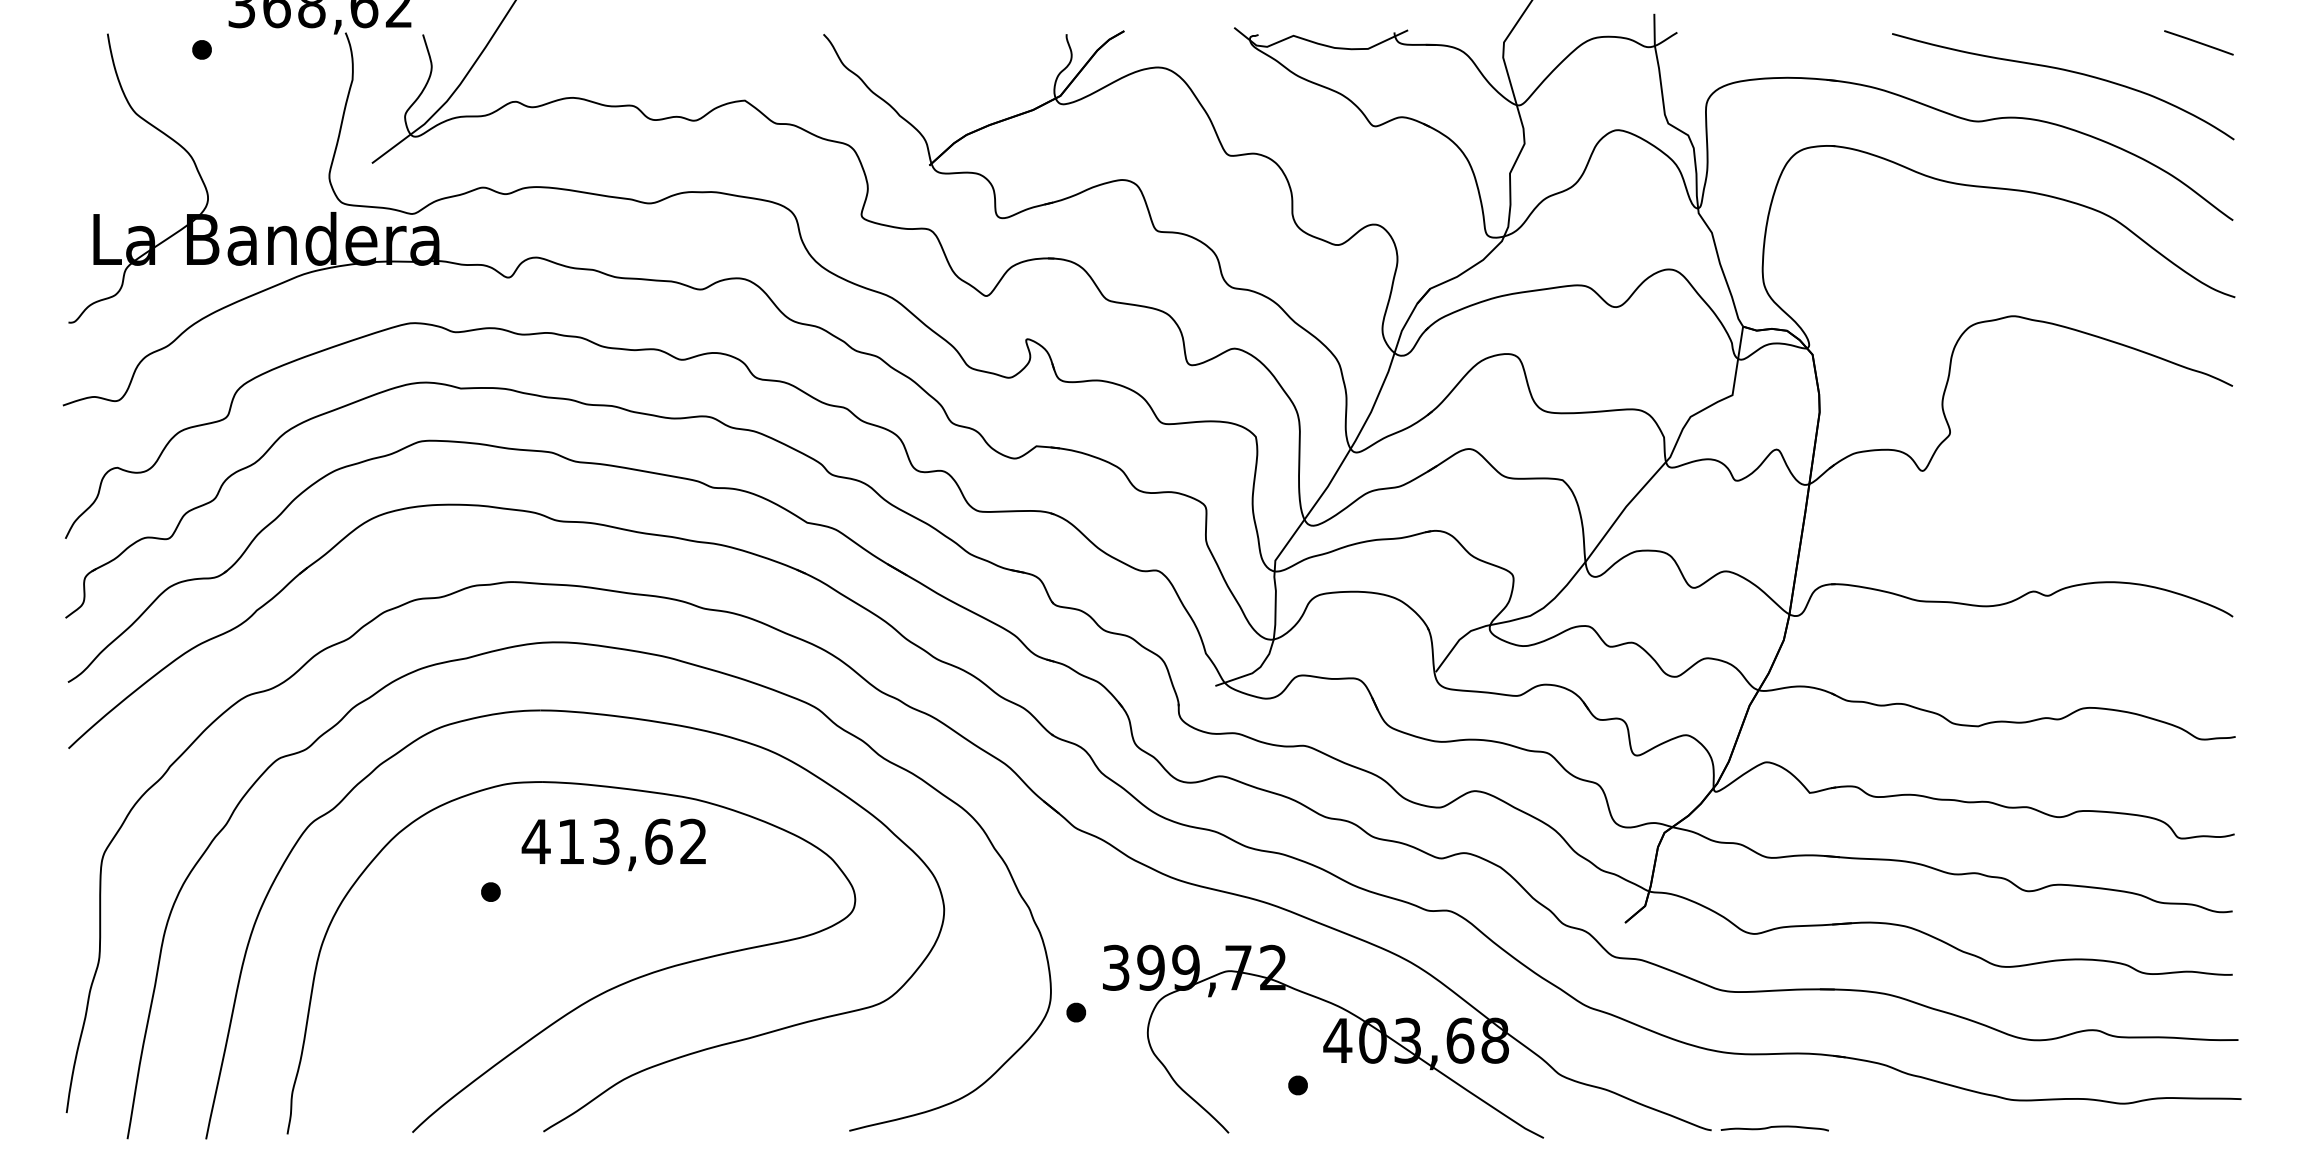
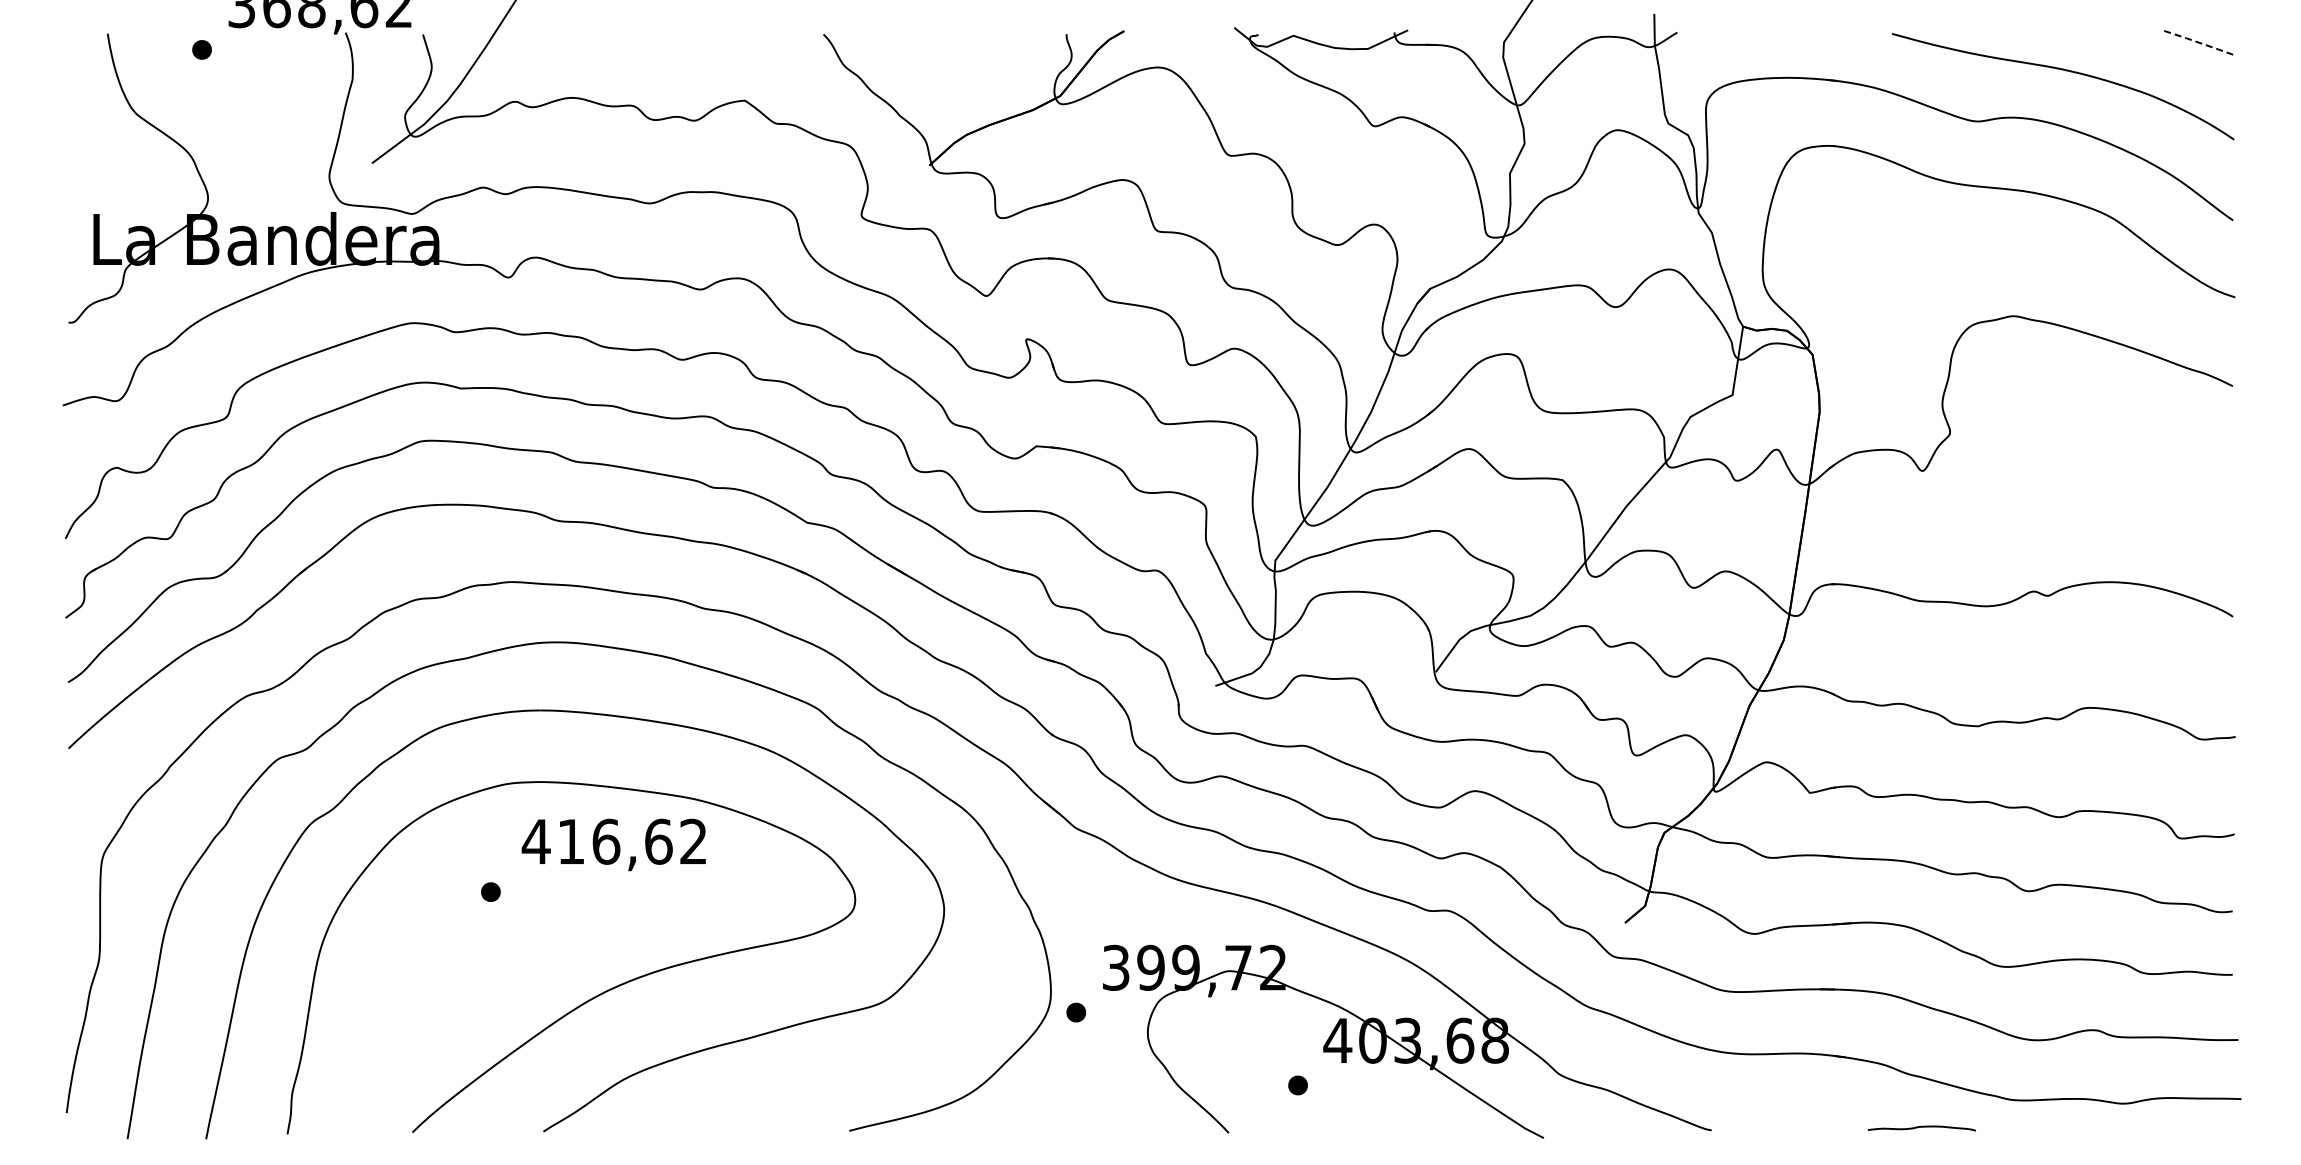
line at (2199, 42): solid -> dashed
text at (606, 841): 413,62 -> 416,62
curve at (1774, 1127) position: (1774, 1127) -> (1921, 1127)
